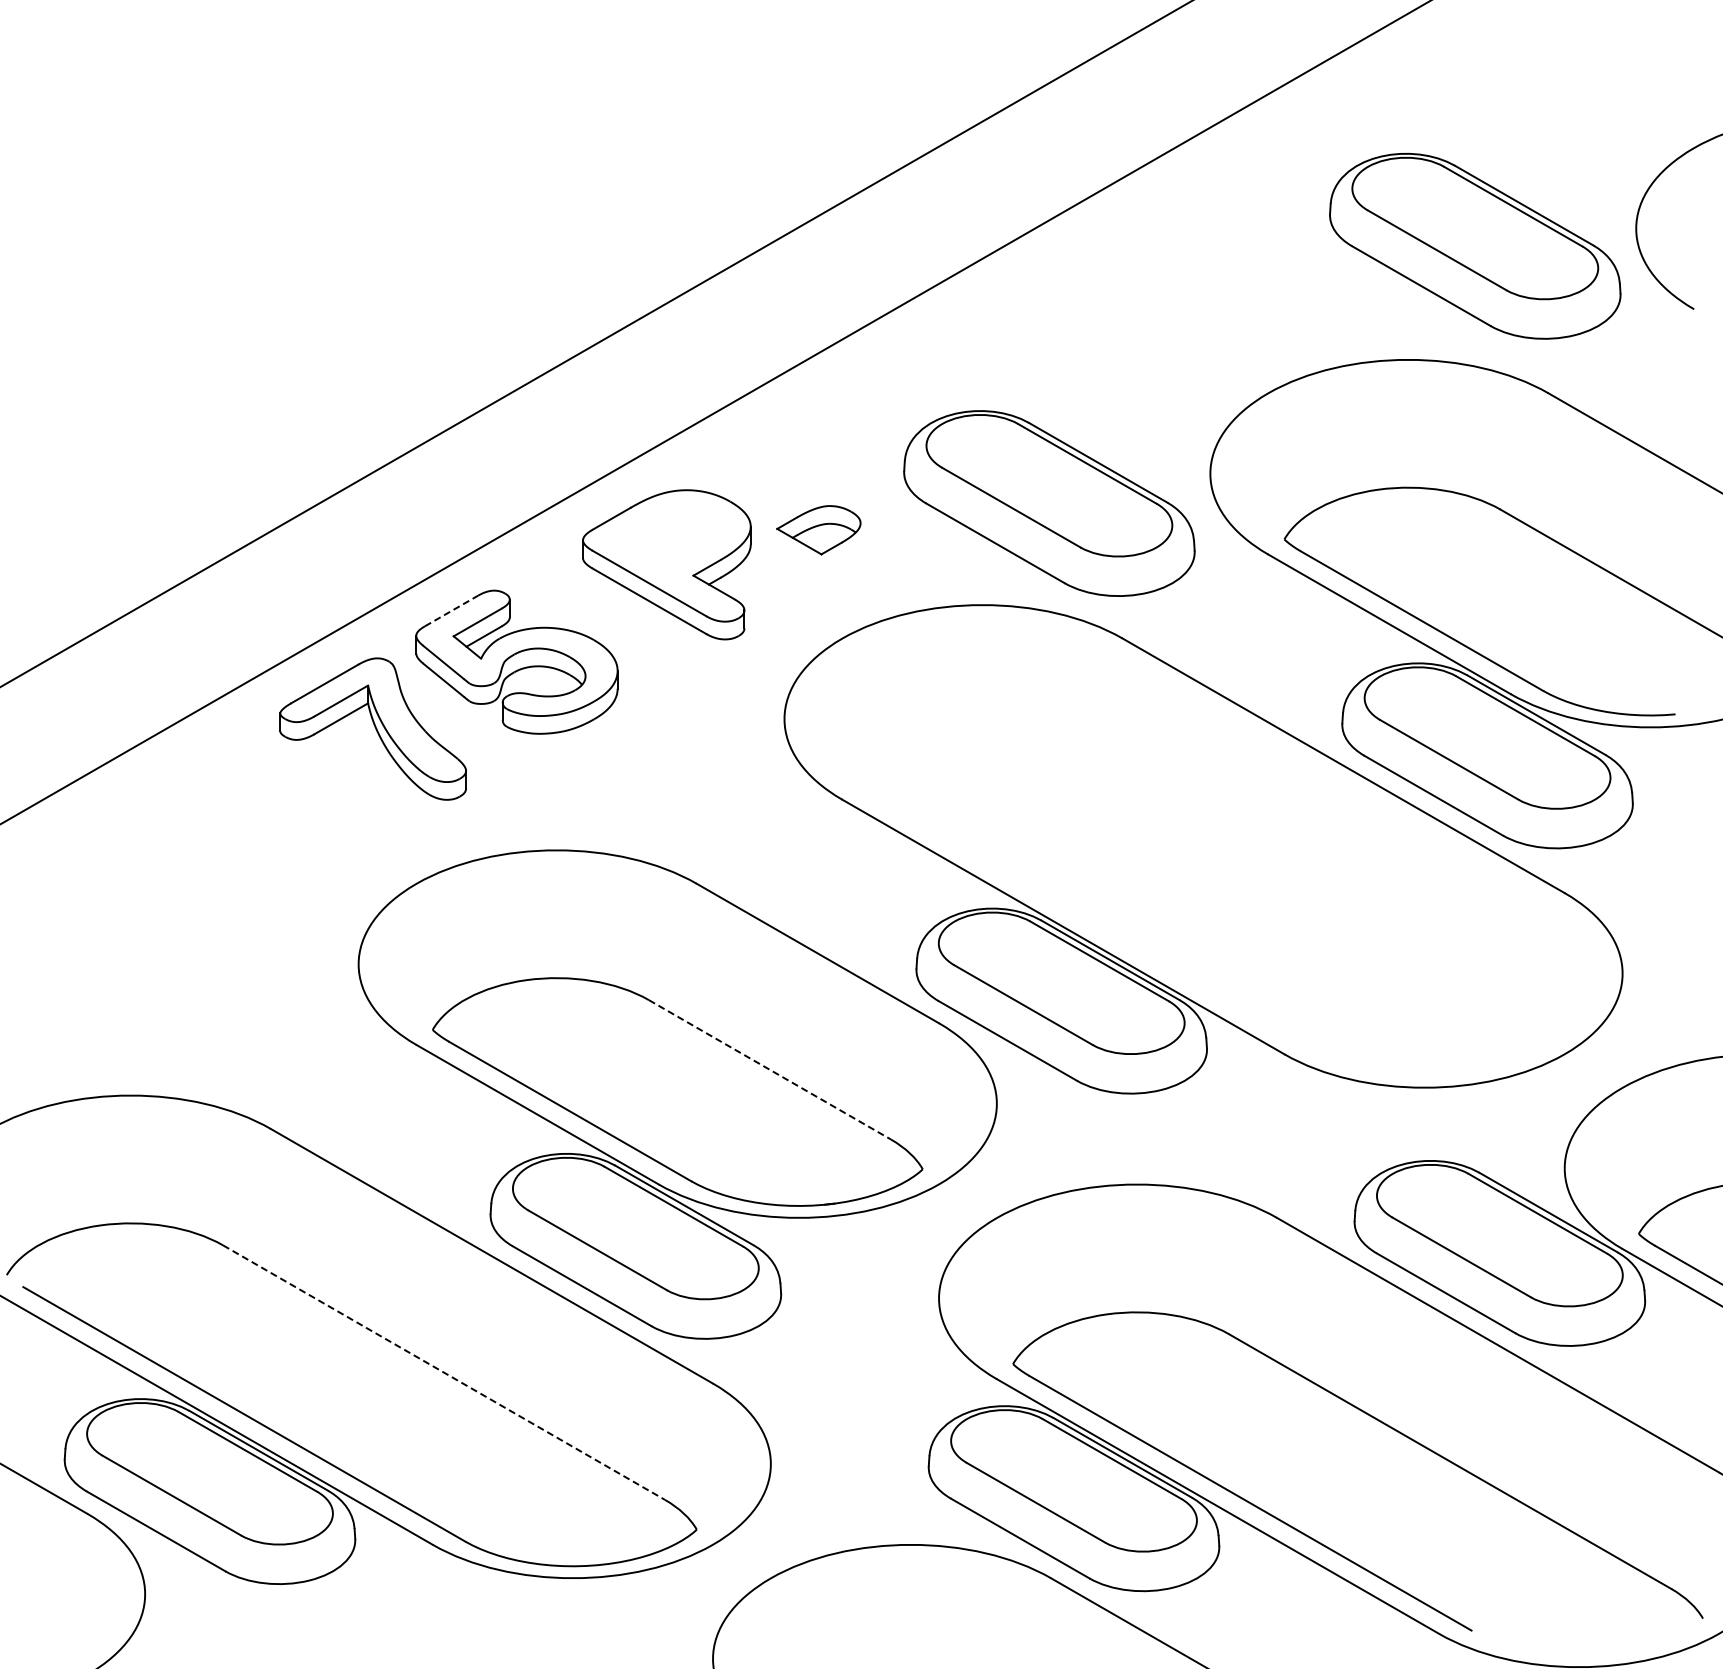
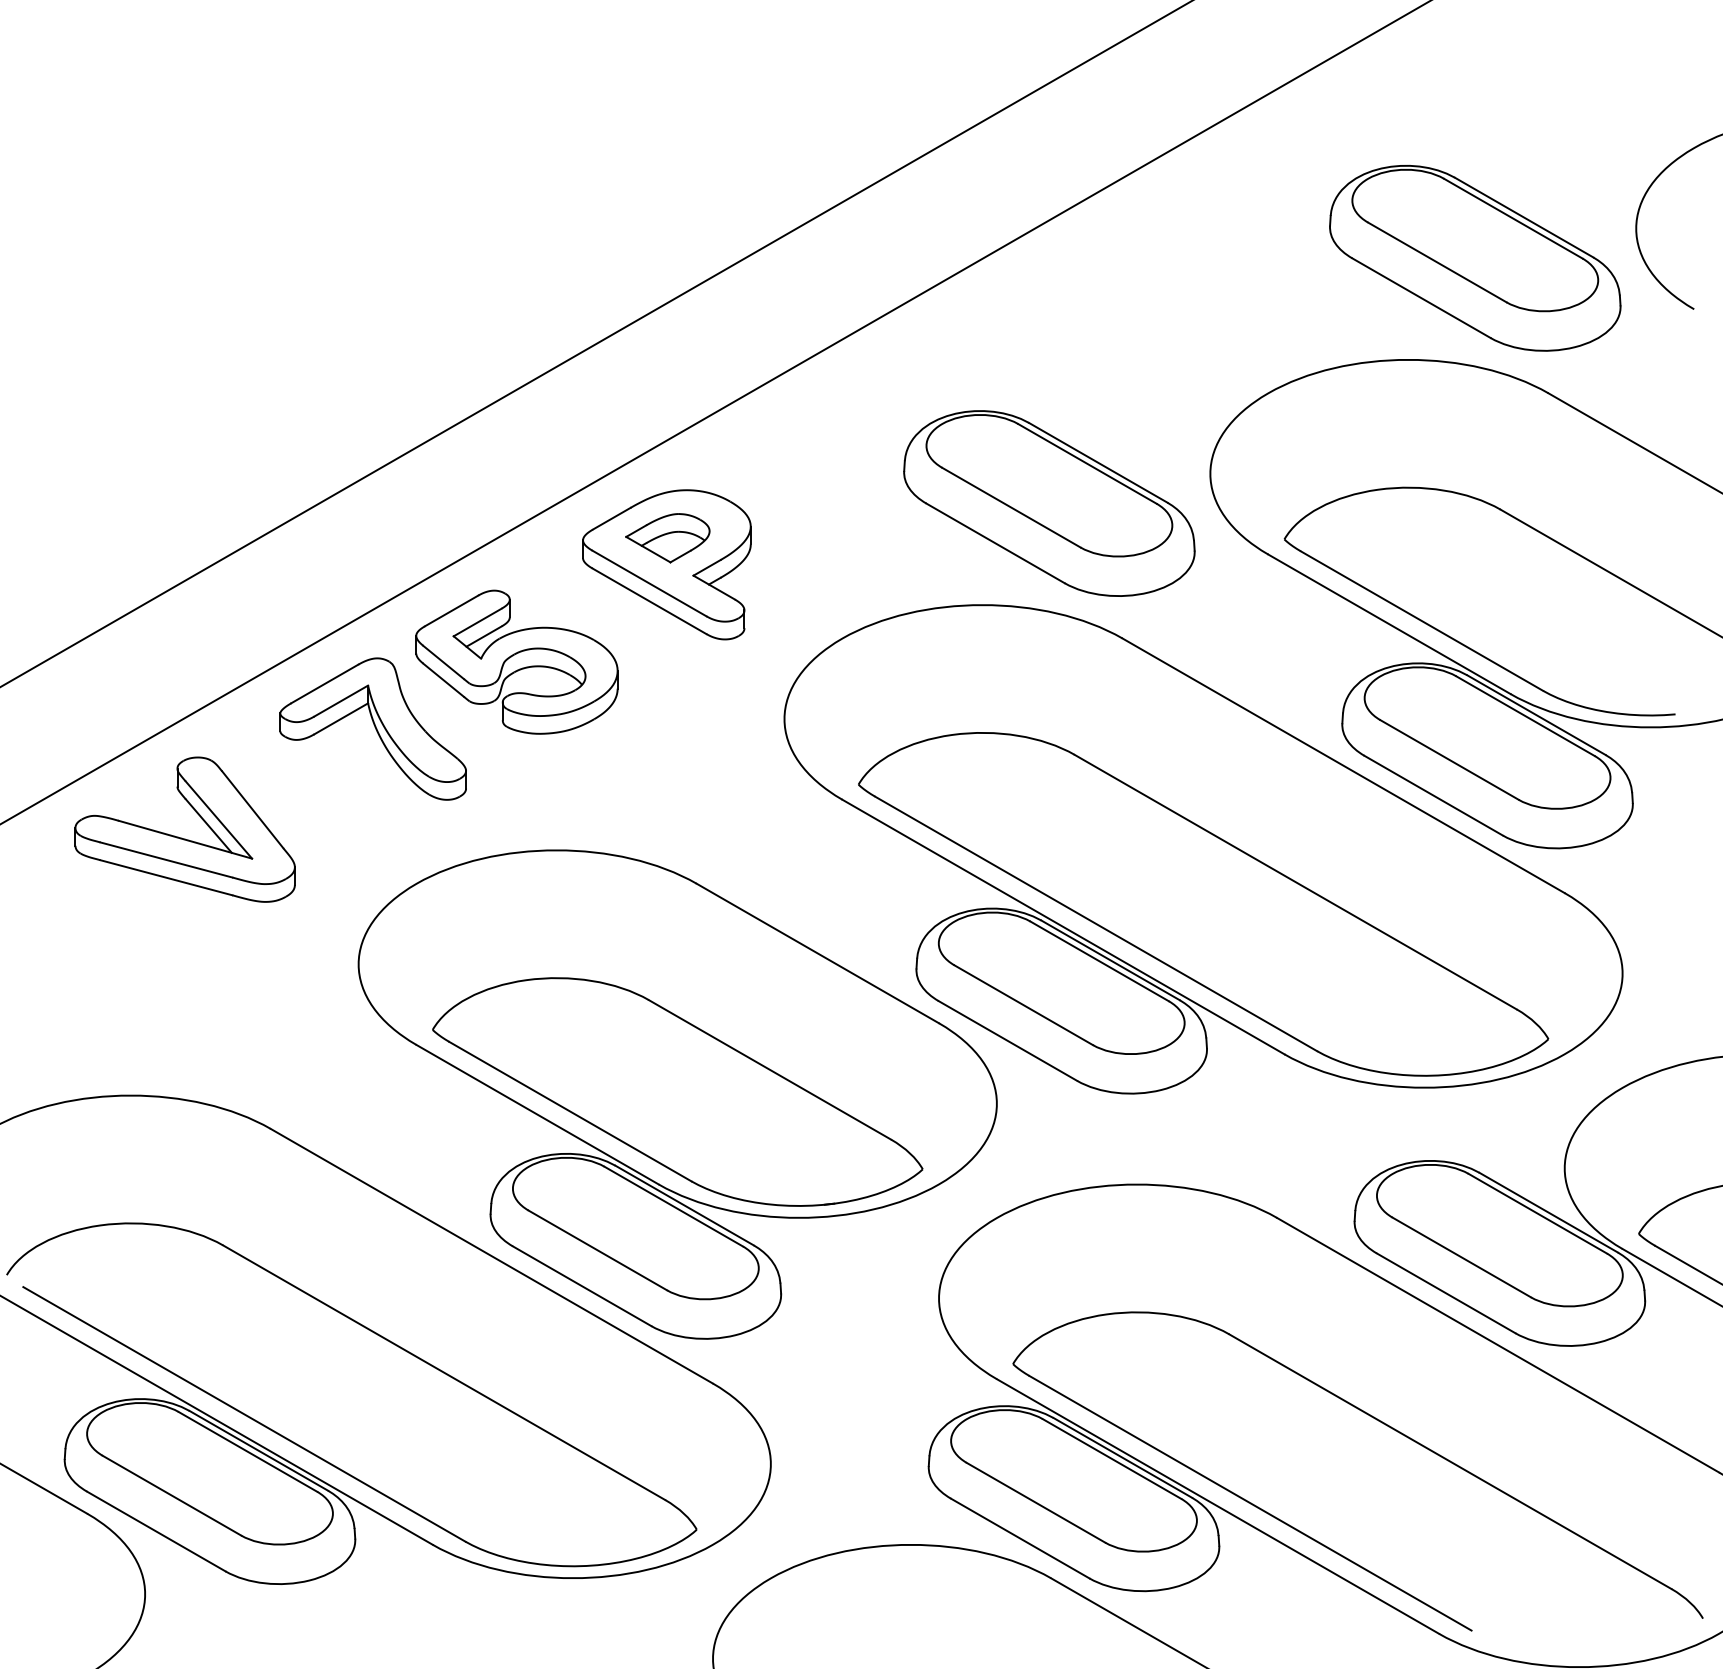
part at (1475, 246) position: (1475, 246) -> (1475, 258)
part at (818, 530) position: (818, 530) -> (667, 538)
line at (451, 610): dashed -> solid
part at (181, 837): none -> present
part at (1203, 904): none -> present
line at (770, 1069): dashed -> solid
line at (444, 1372): dashed -> solid
